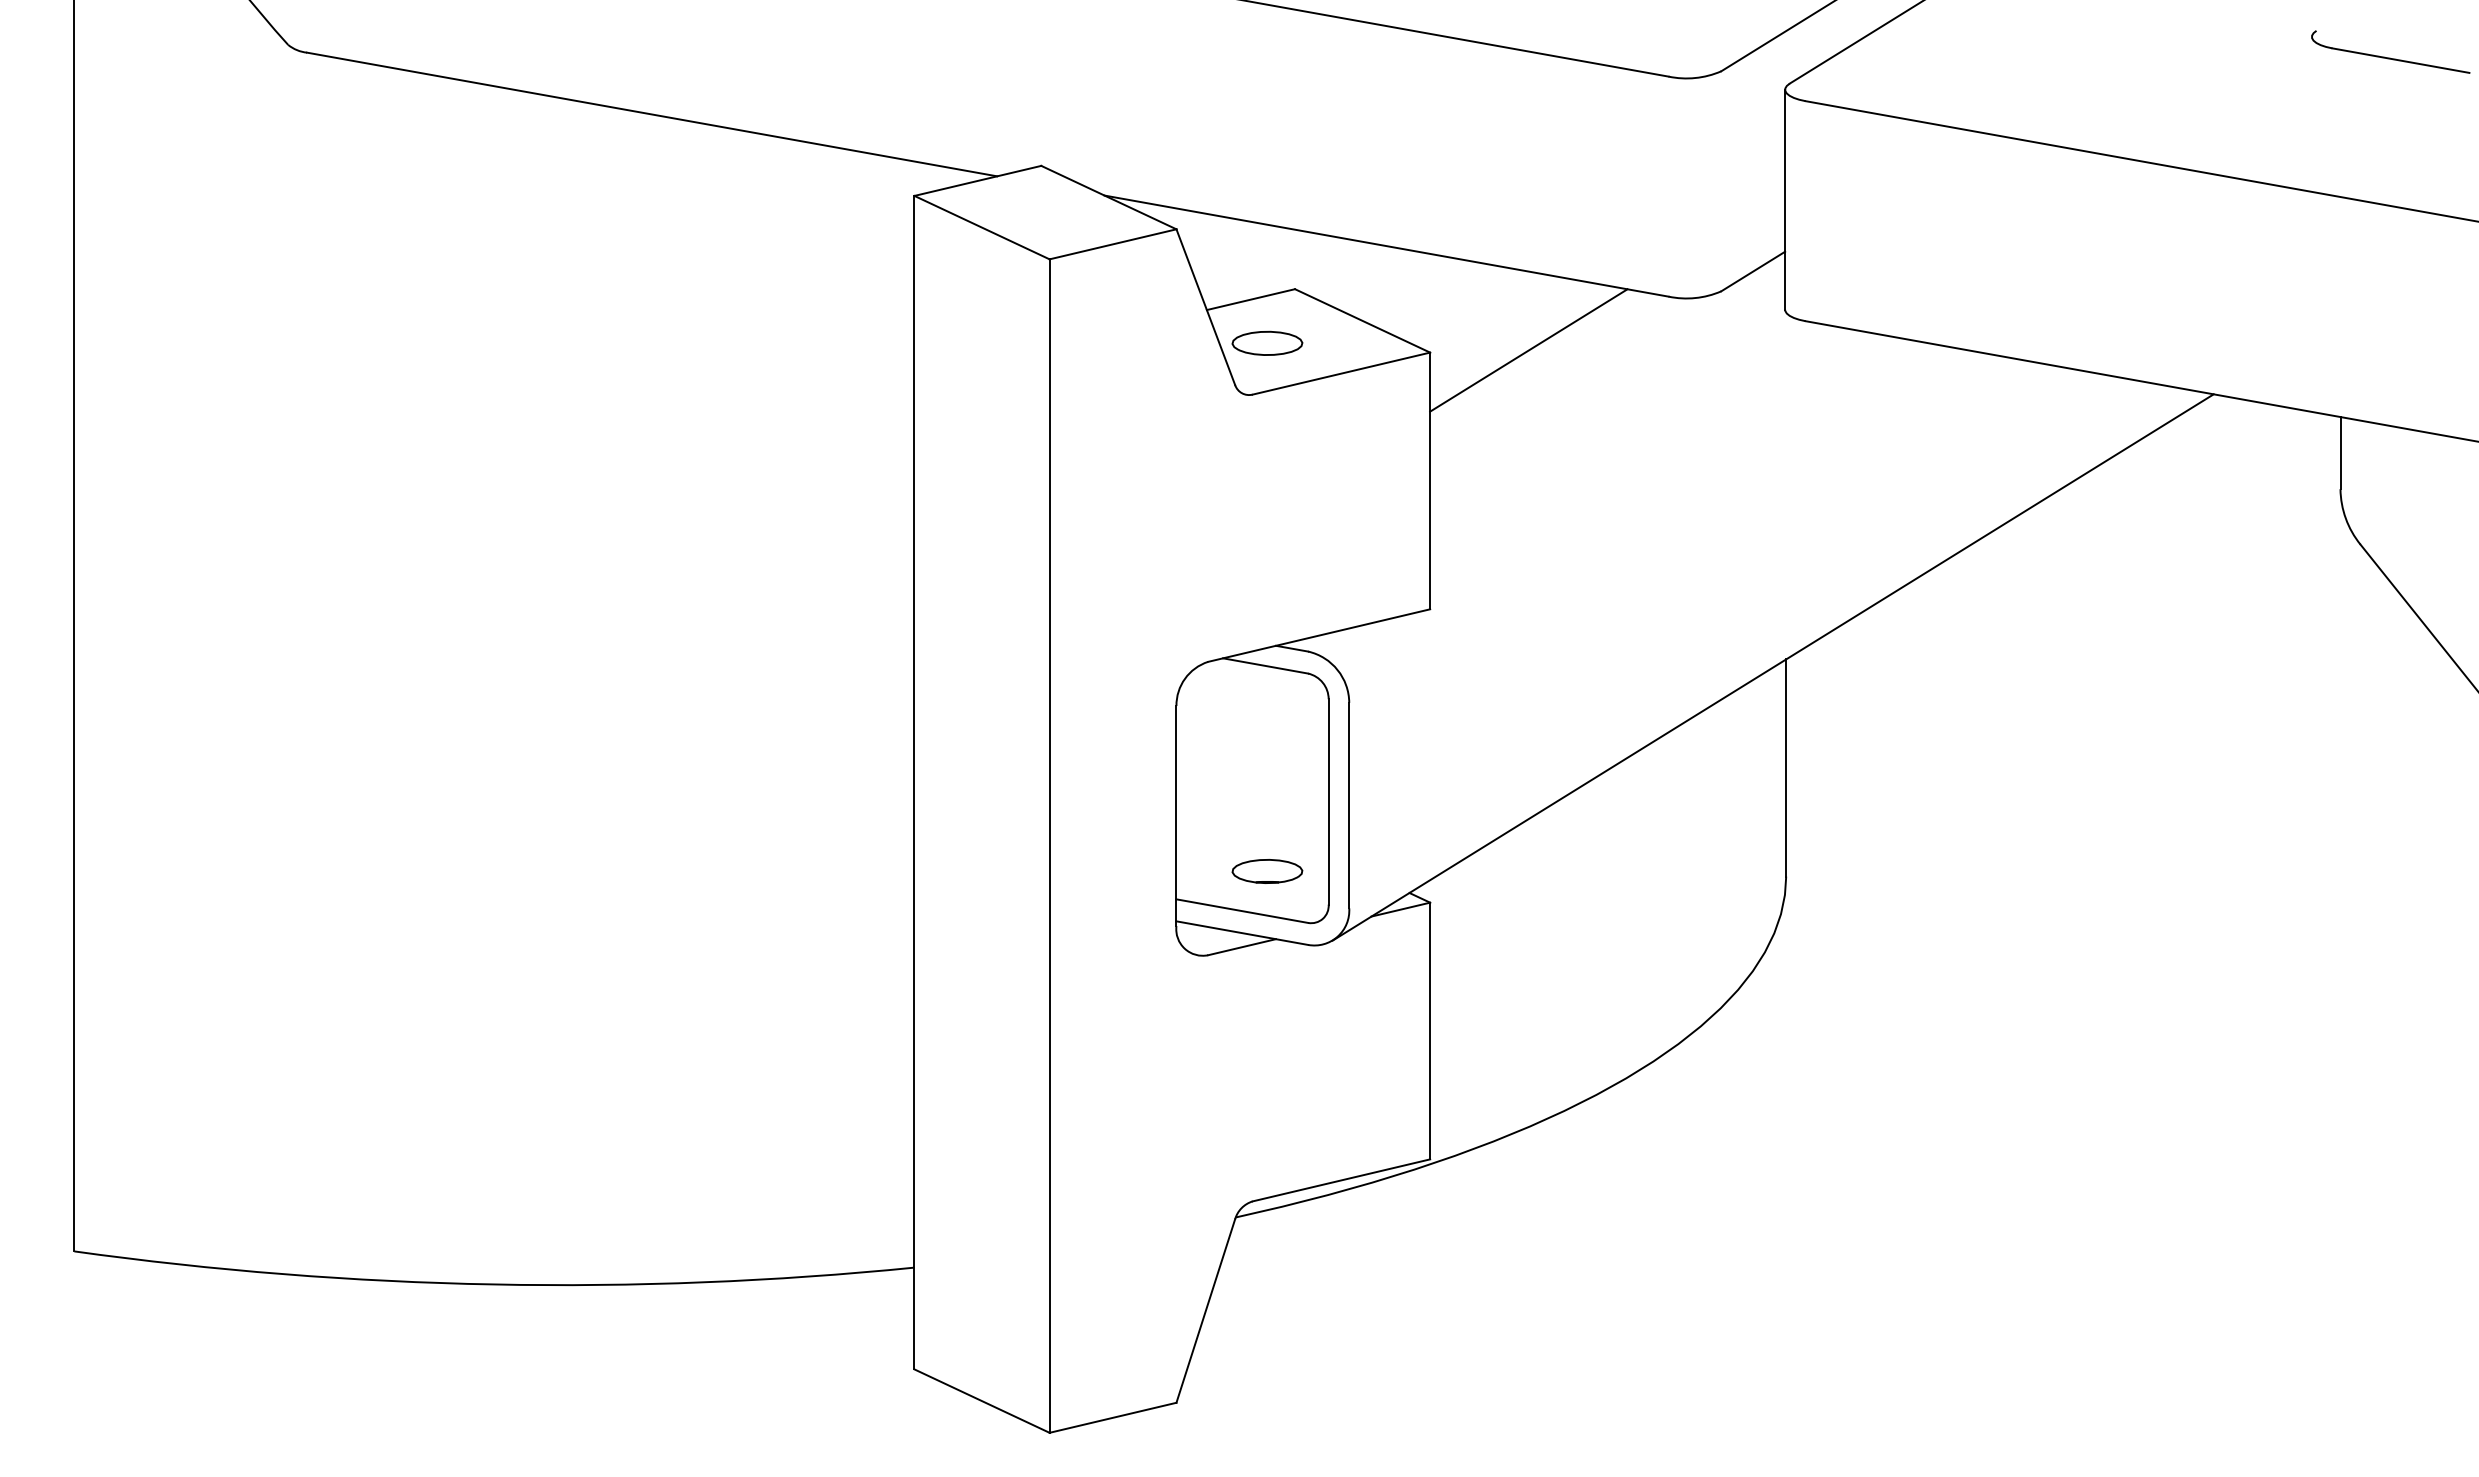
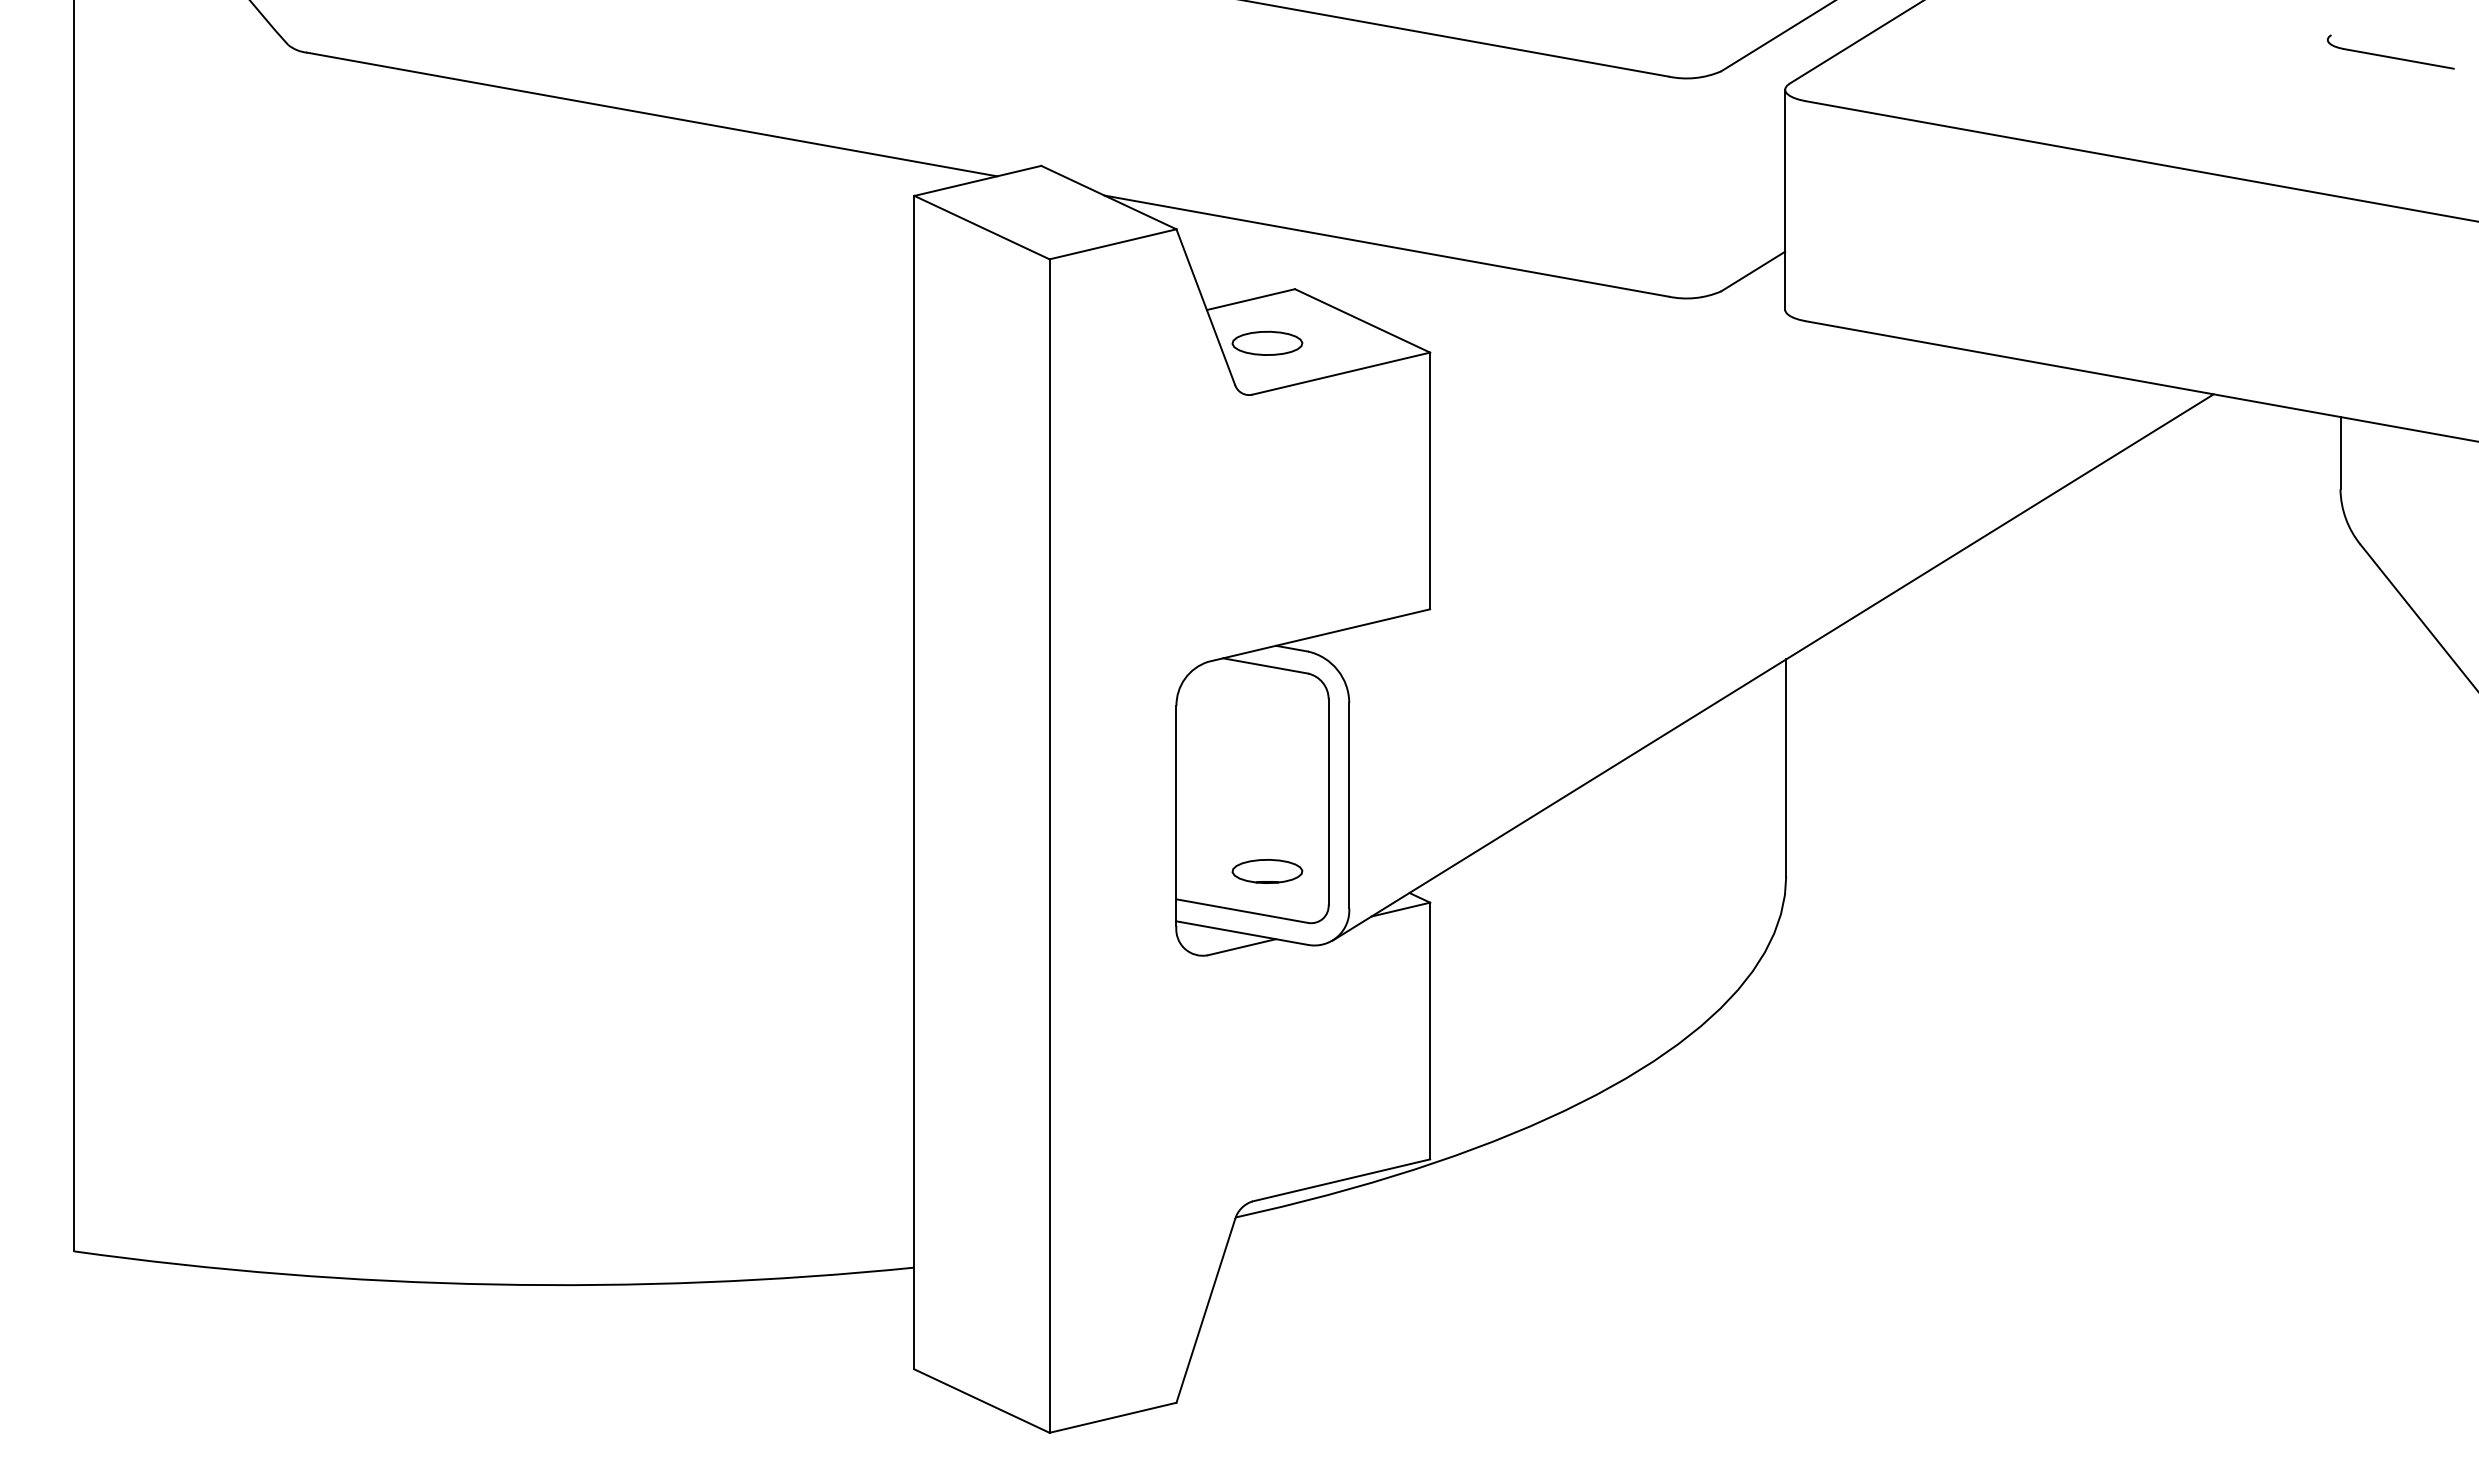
part at (2390, 51) size: 160x44 px -> 128x36 px
line at (1528, 350): present -> none
